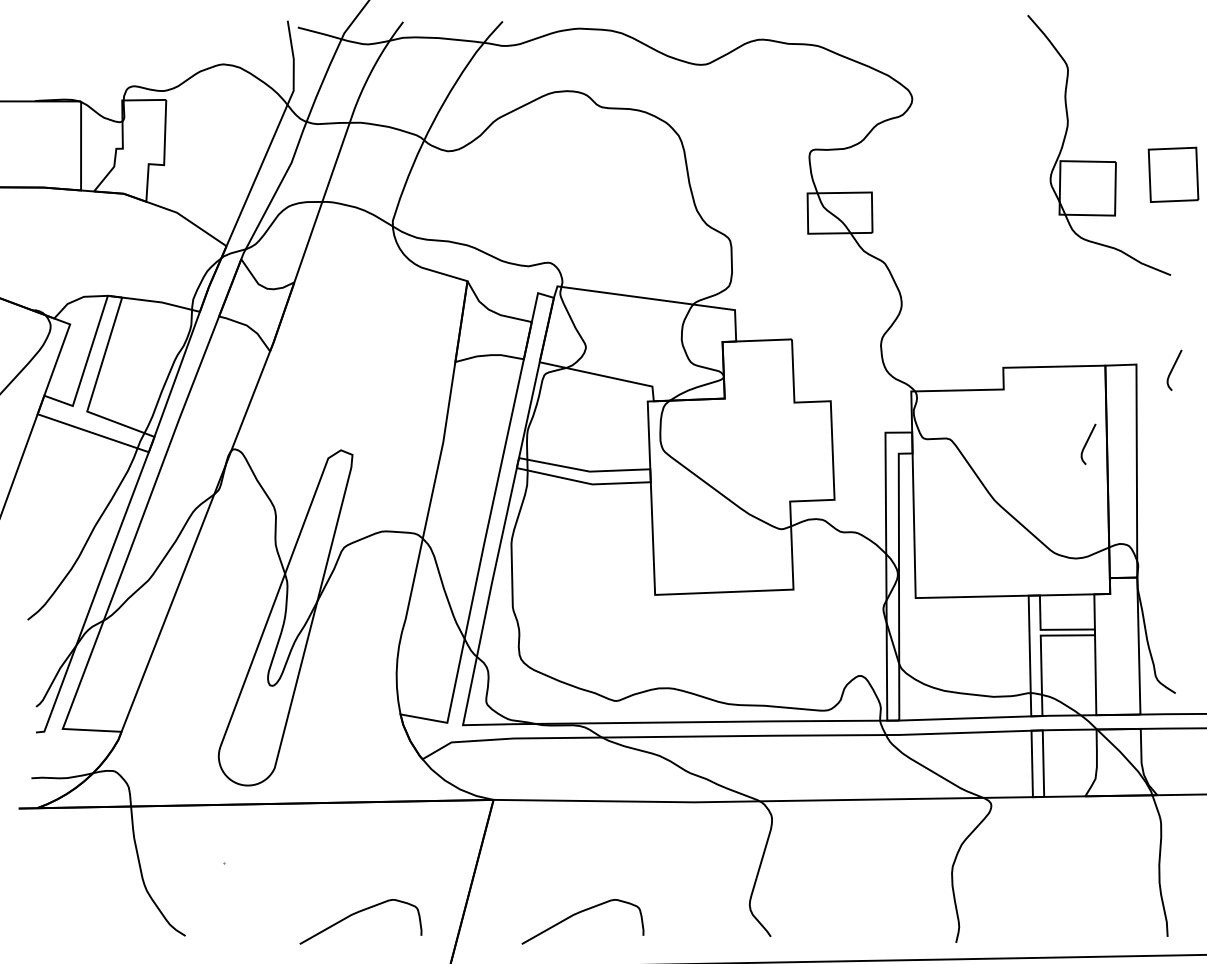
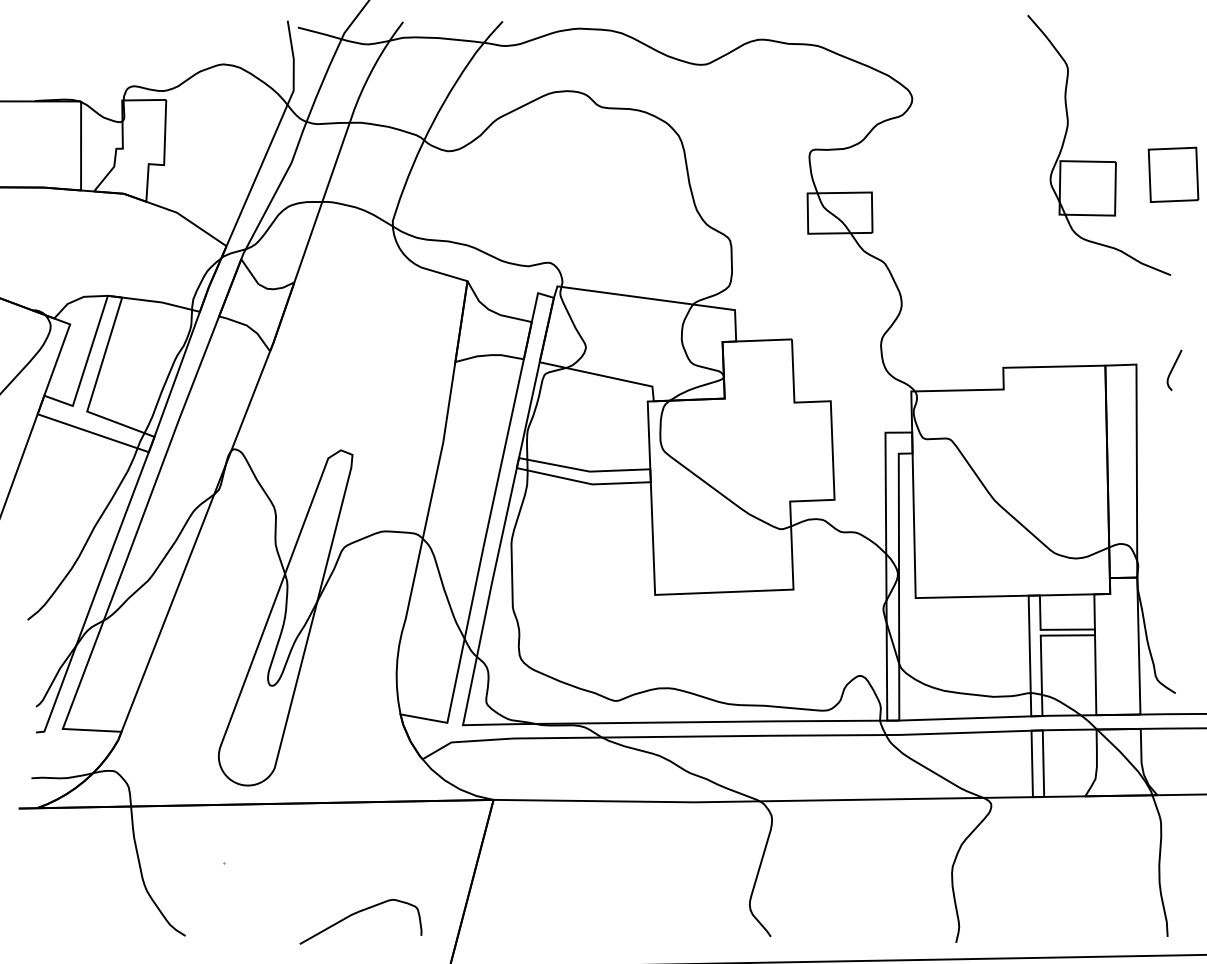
curve at (1087, 443): present -> none
curve at (579, 913): present -> none
